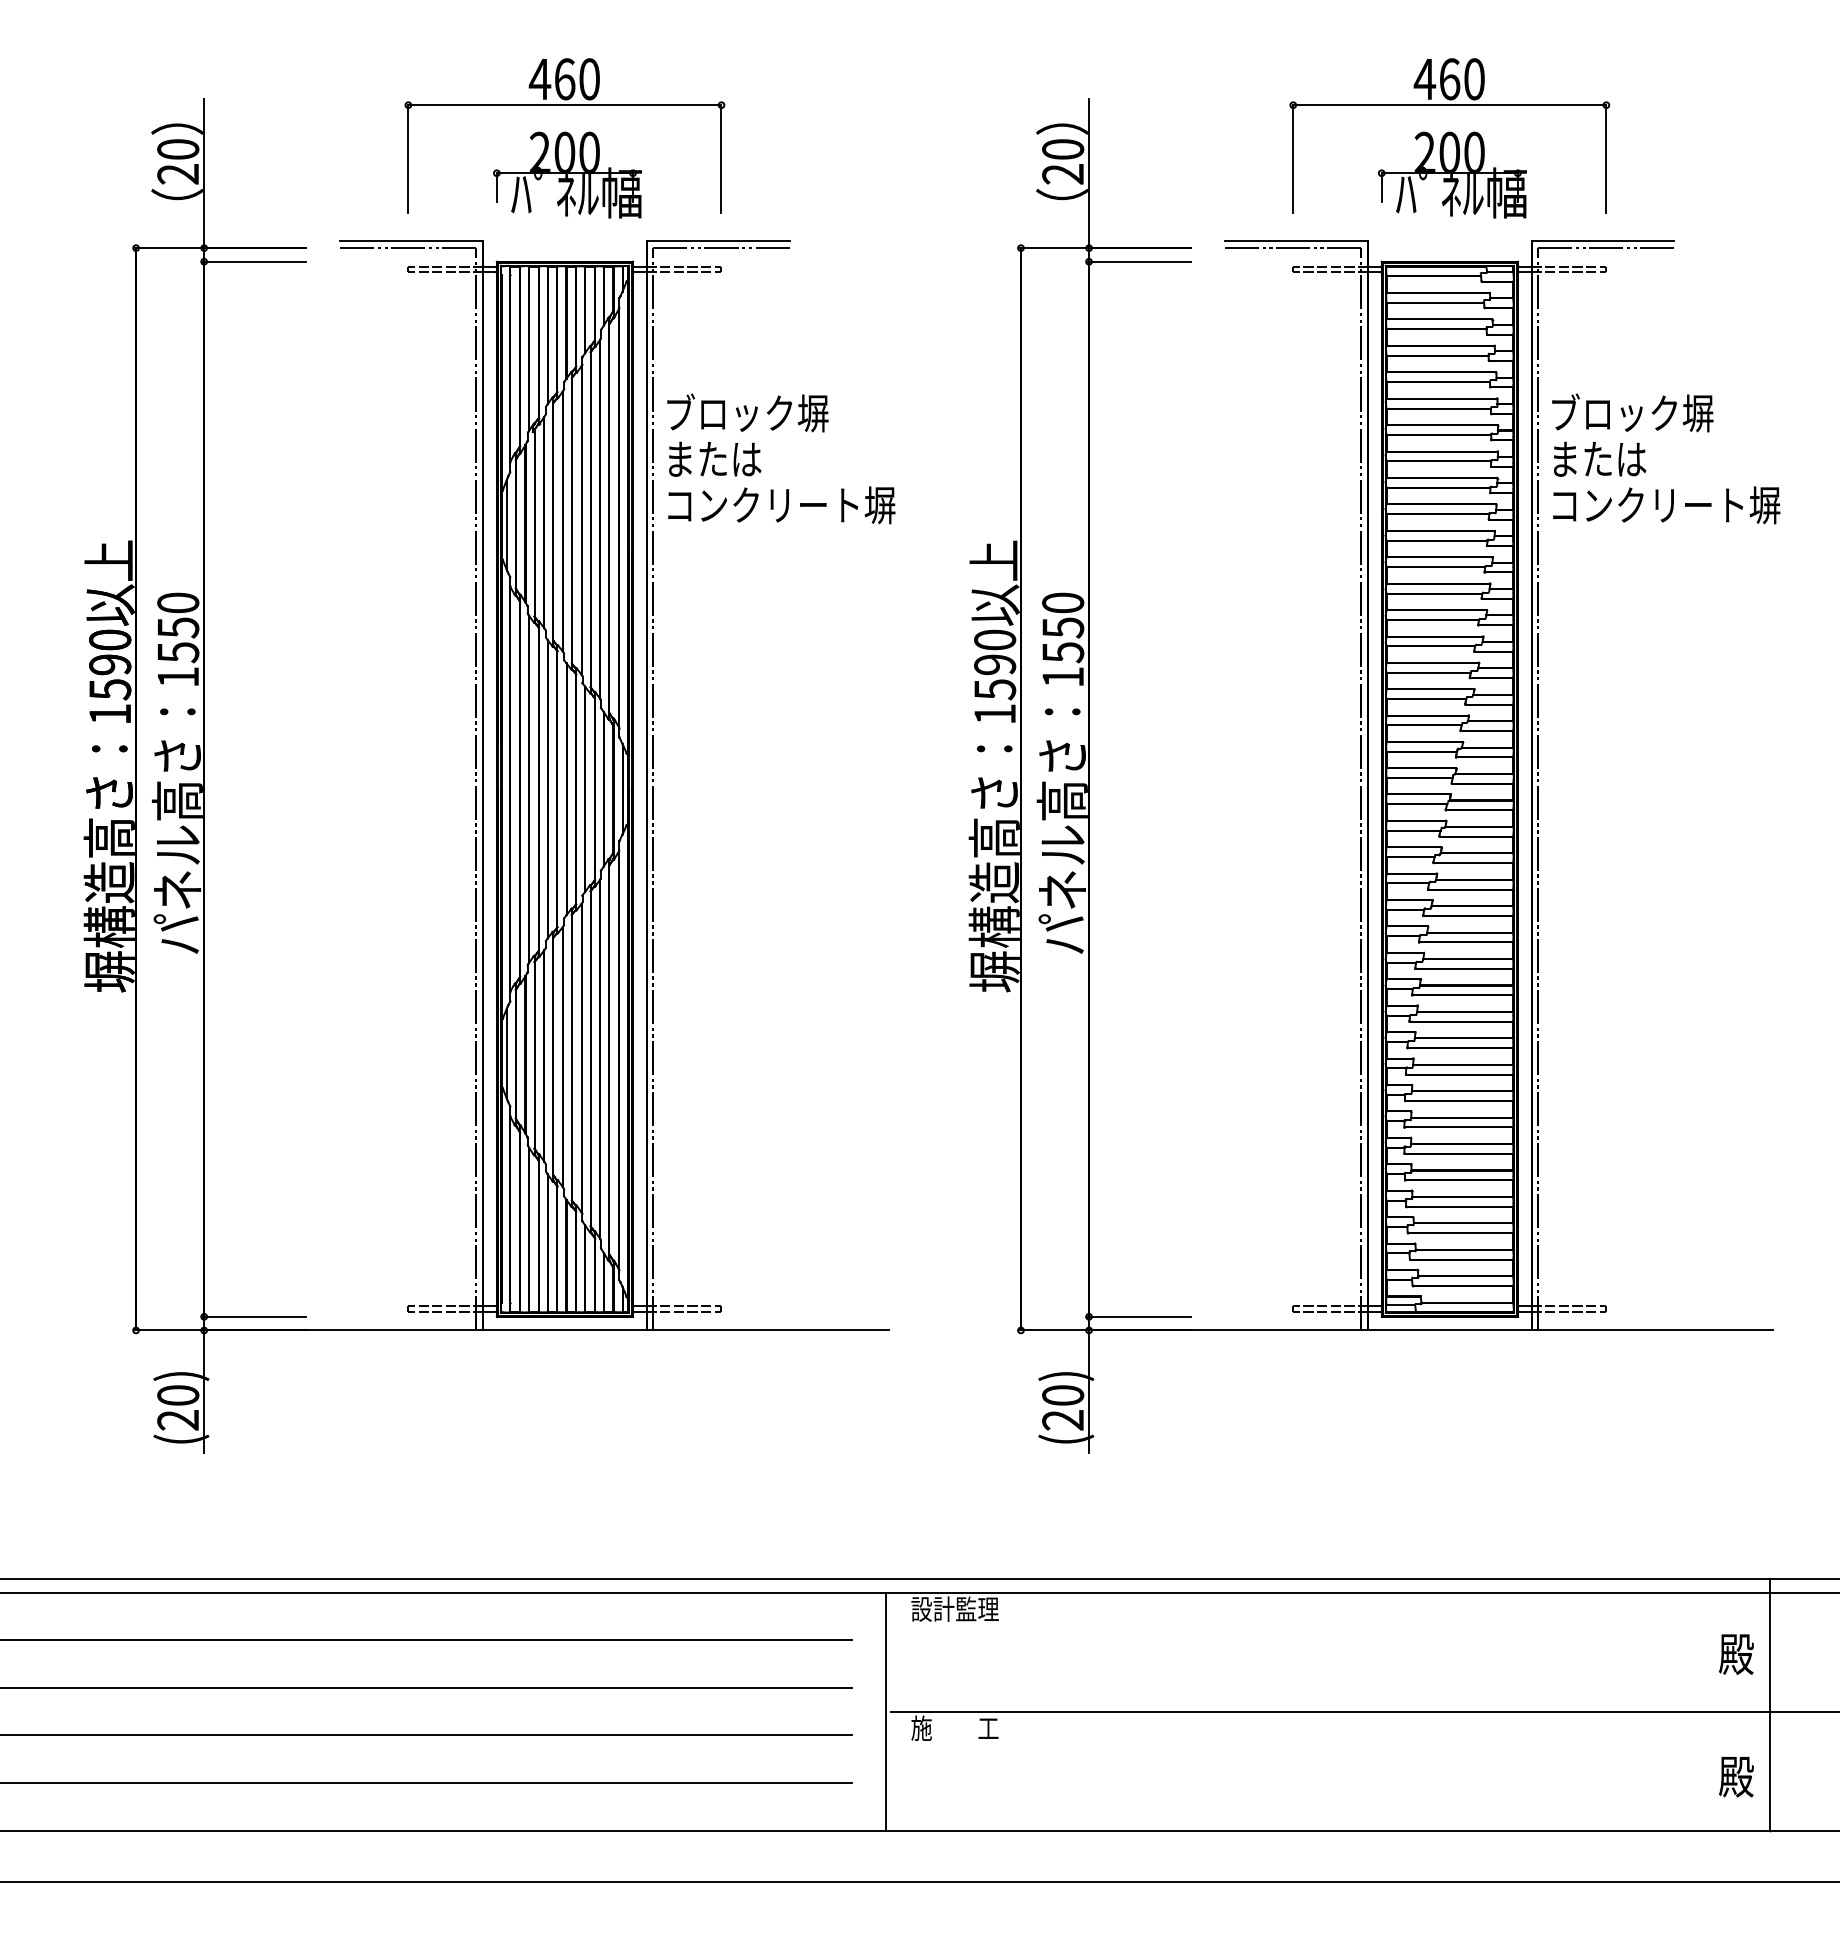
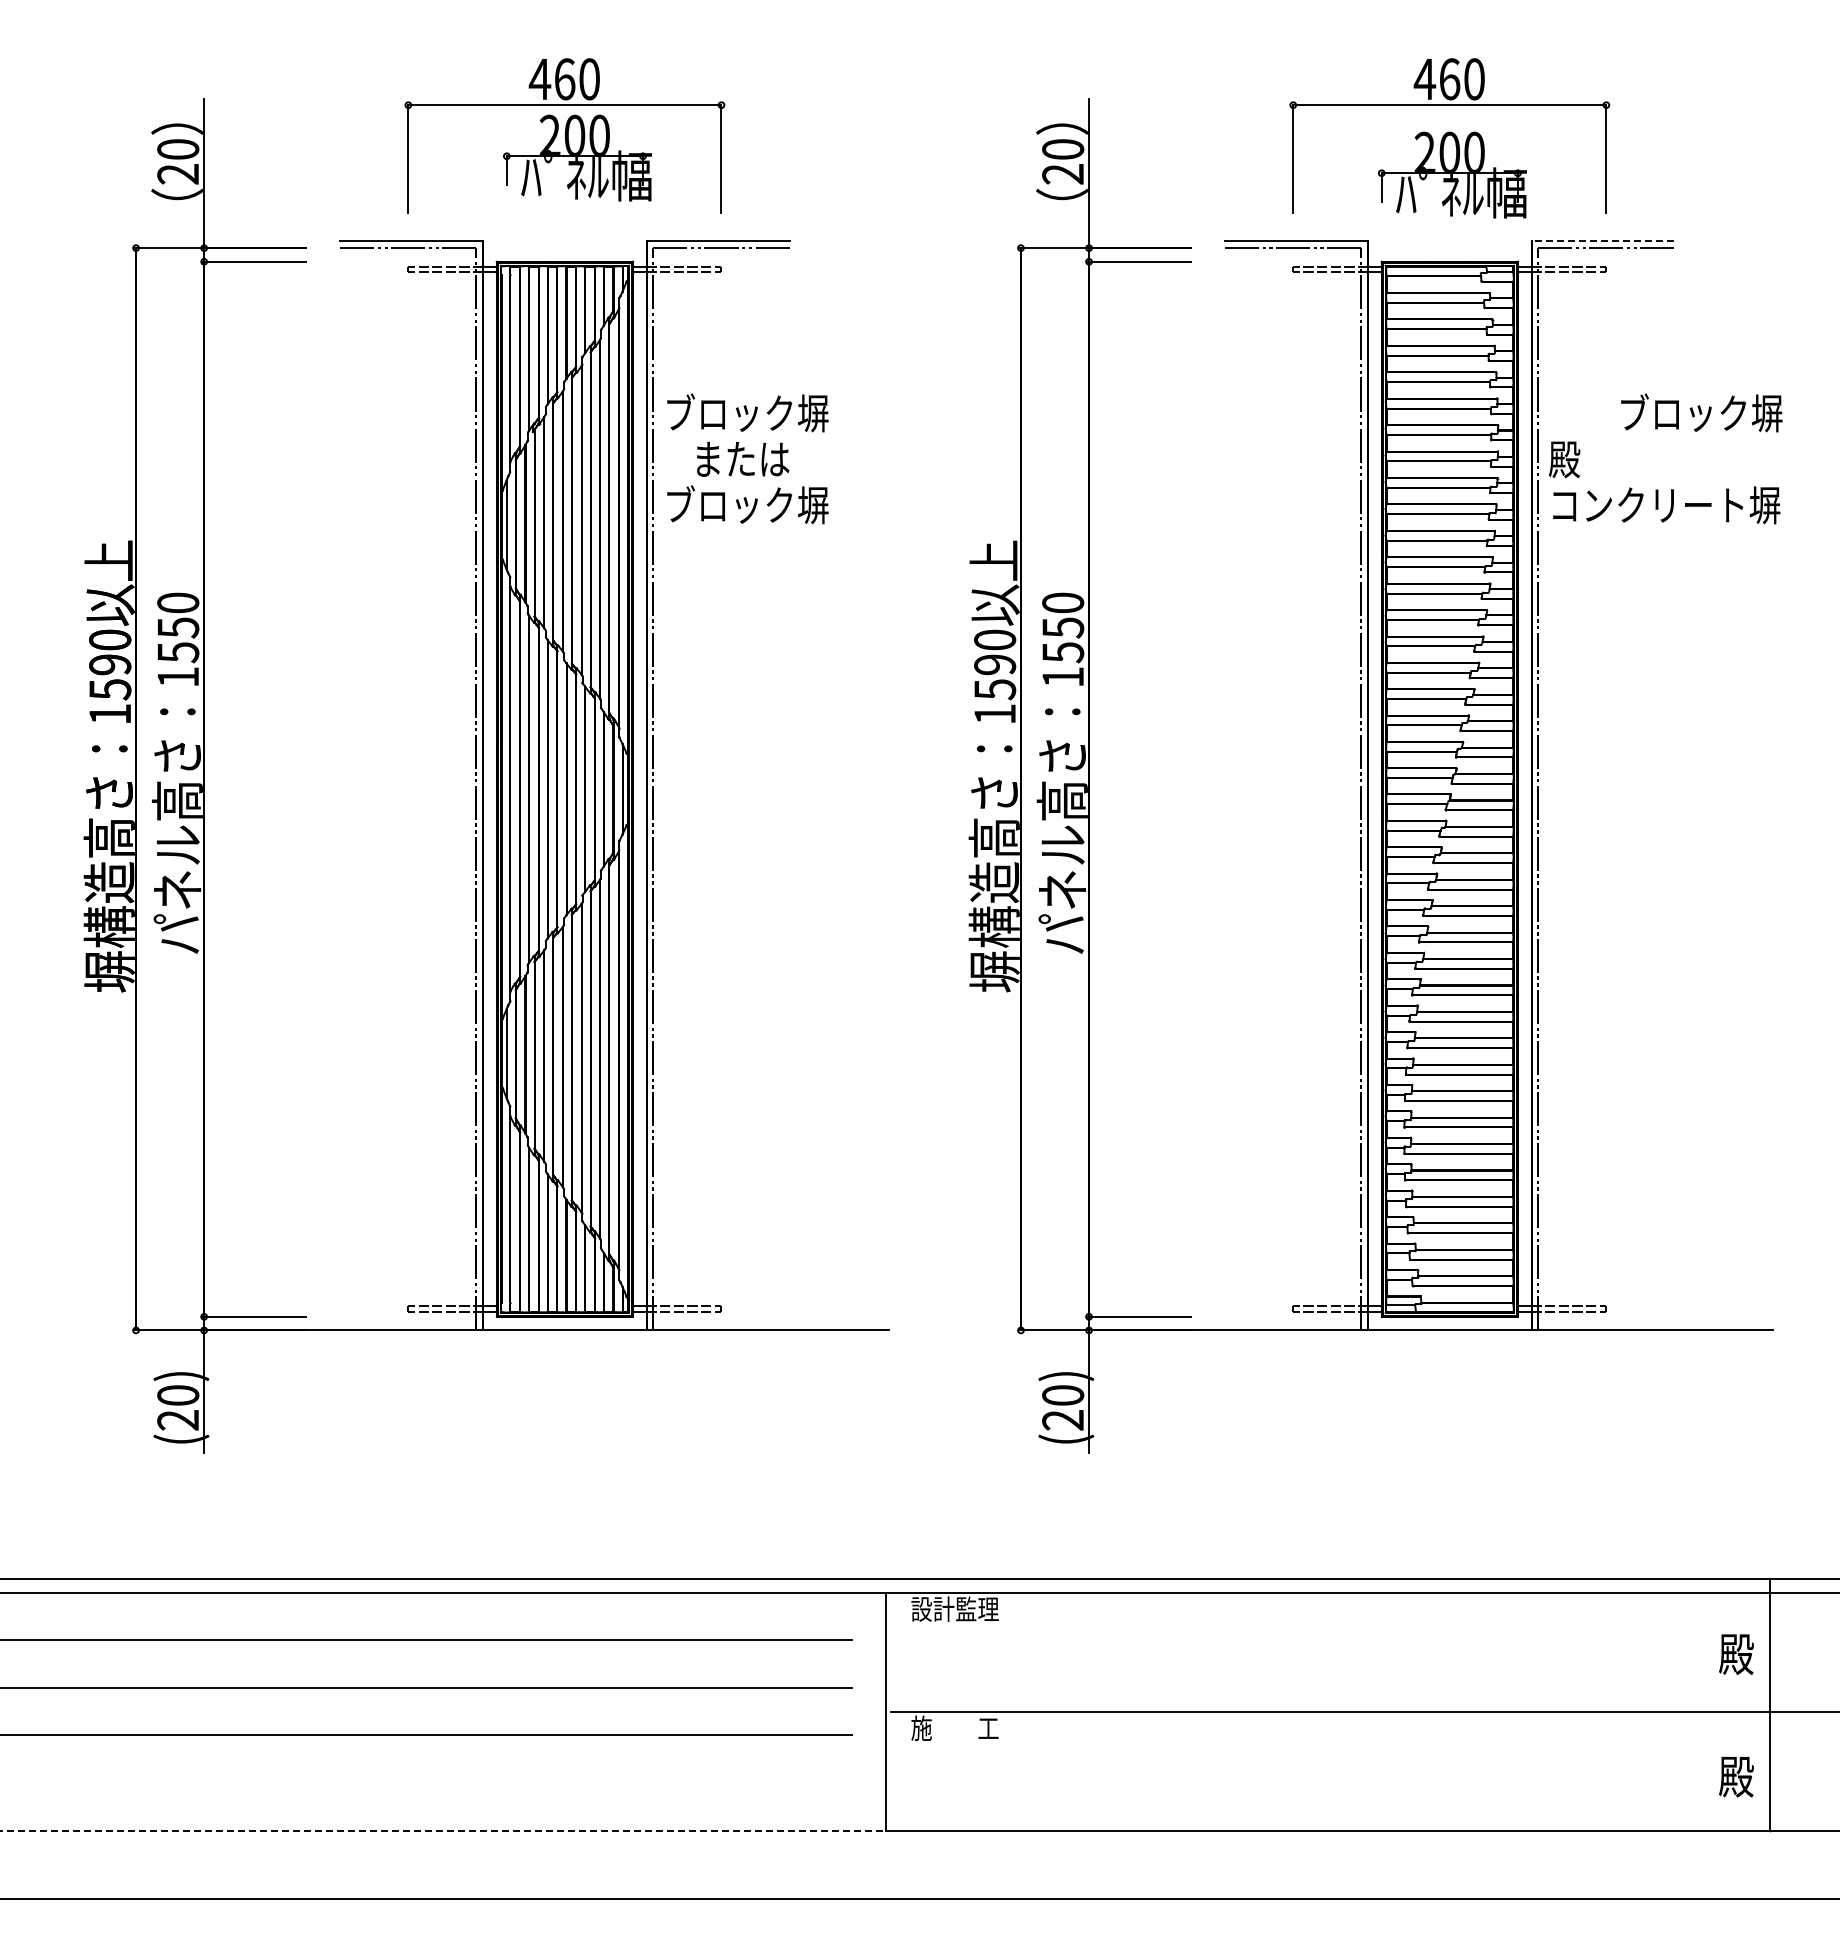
part at (567, 174) position: (567, 174) -> (577, 157)
line at (1602, 241): solid -> dashed
text at (1632, 412) position: (1632, 412) -> (1701, 412)
text at (715, 458) position: (715, 458) -> (743, 458)
text at (1597, 459): または -> 殿
text at (781, 504): コンクリート塀 -> ブロック塀
line at (426, 1783): present -> none
line at (443, 1830): solid -> dashed
line at (919, 1881) position: (919, 1881) -> (919, 1898)
